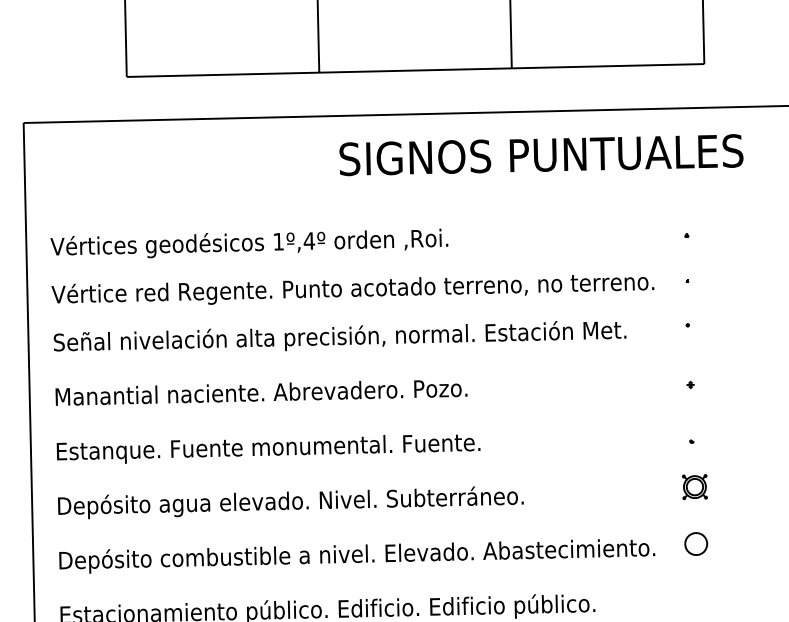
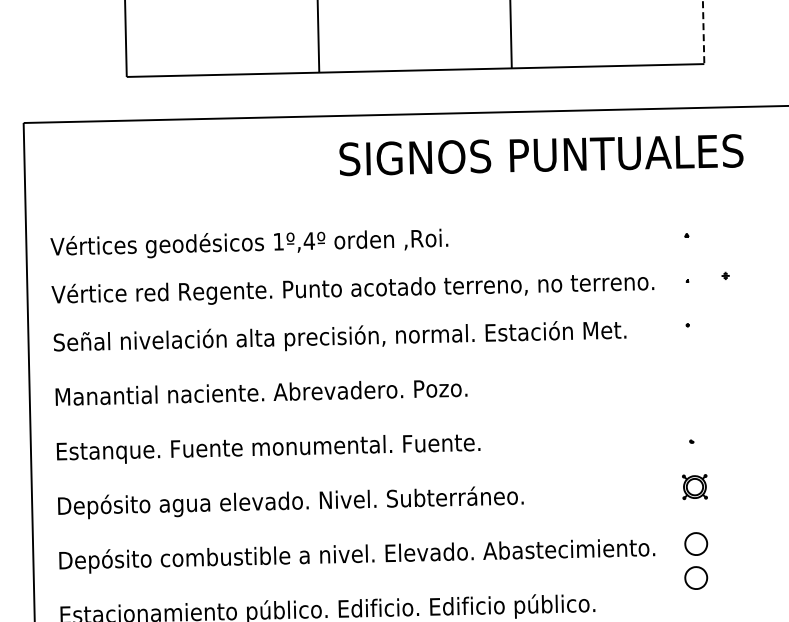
line at (703, 32): solid -> dashed
part at (690, 384) position: (690, 384) -> (725, 275)
part at (696, 577): none -> present
